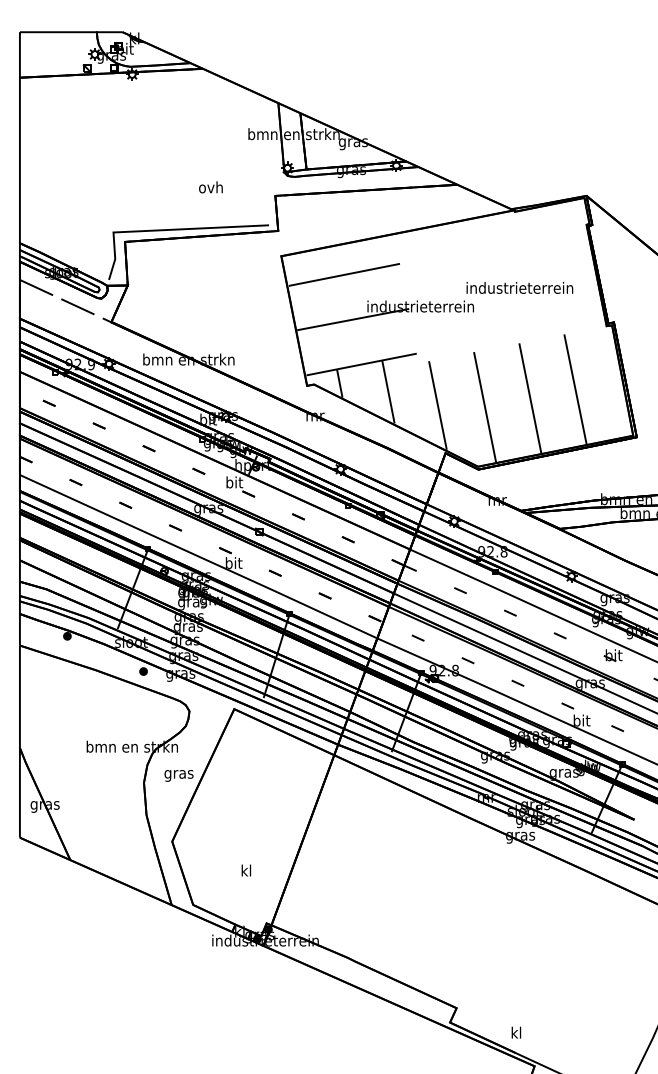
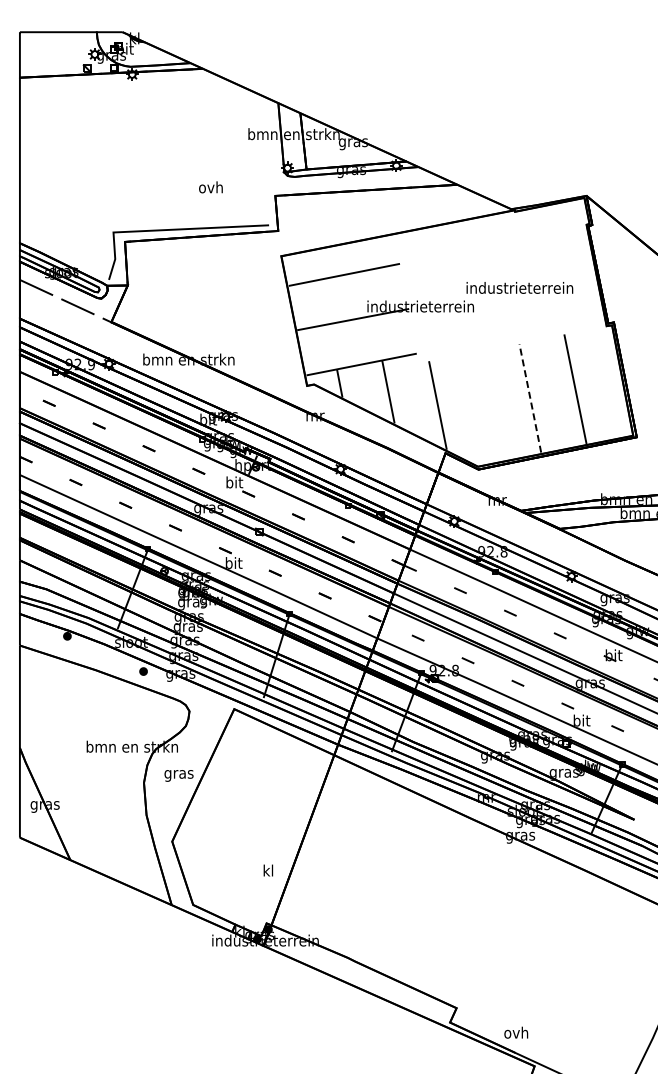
line at (530, 397): solid -> dashed
line at (484, 407): present -> none
text at (246, 870) position: (246, 870) -> (268, 870)
text at (516, 1032): kl -> ovh
